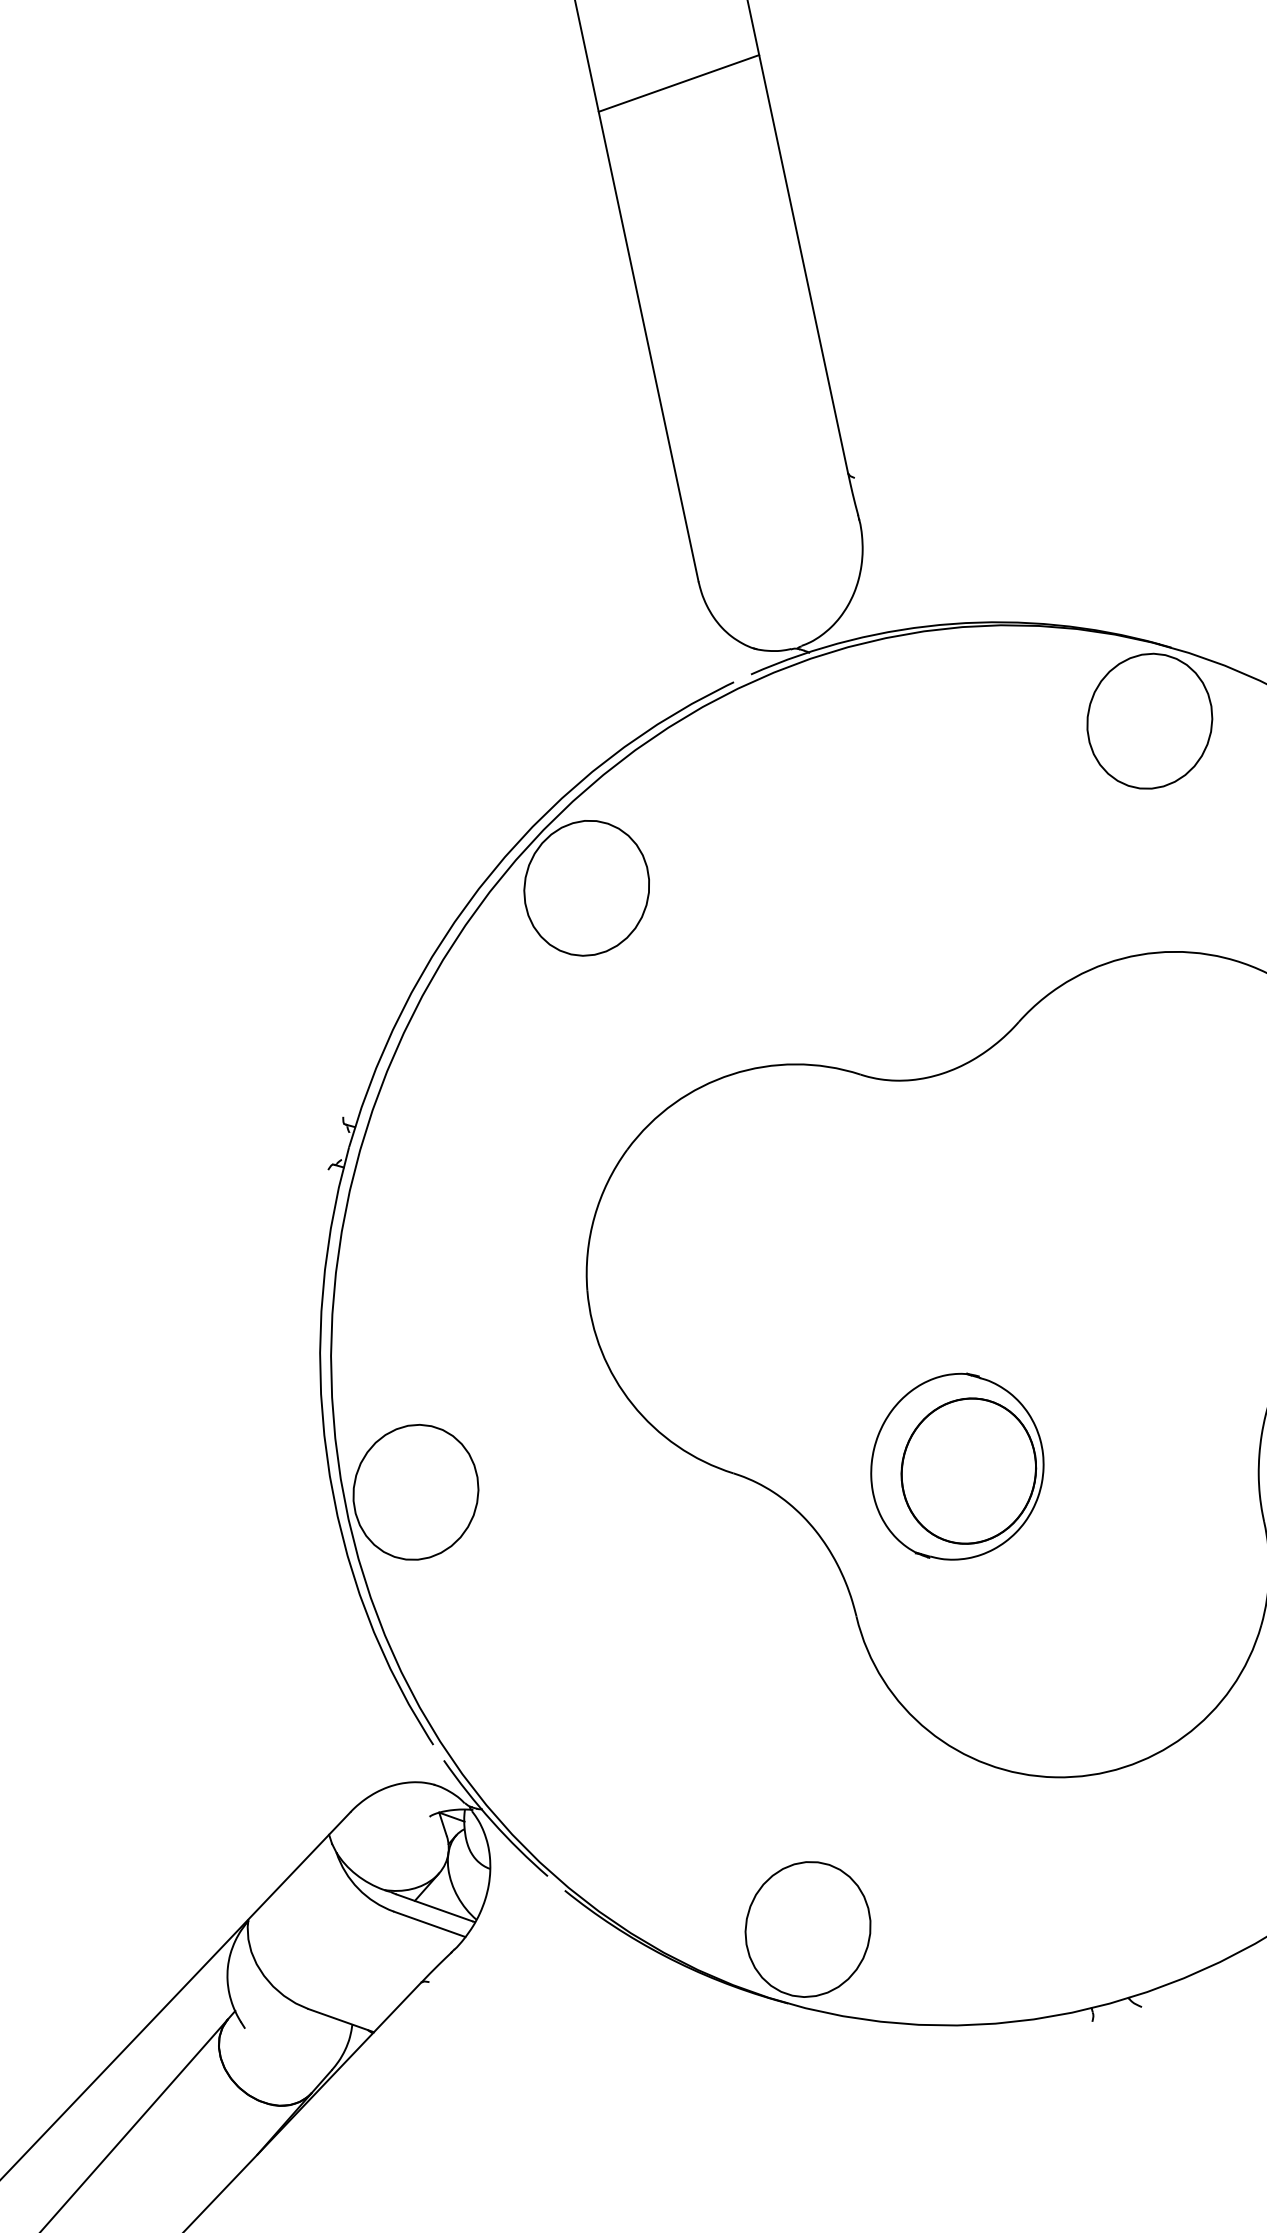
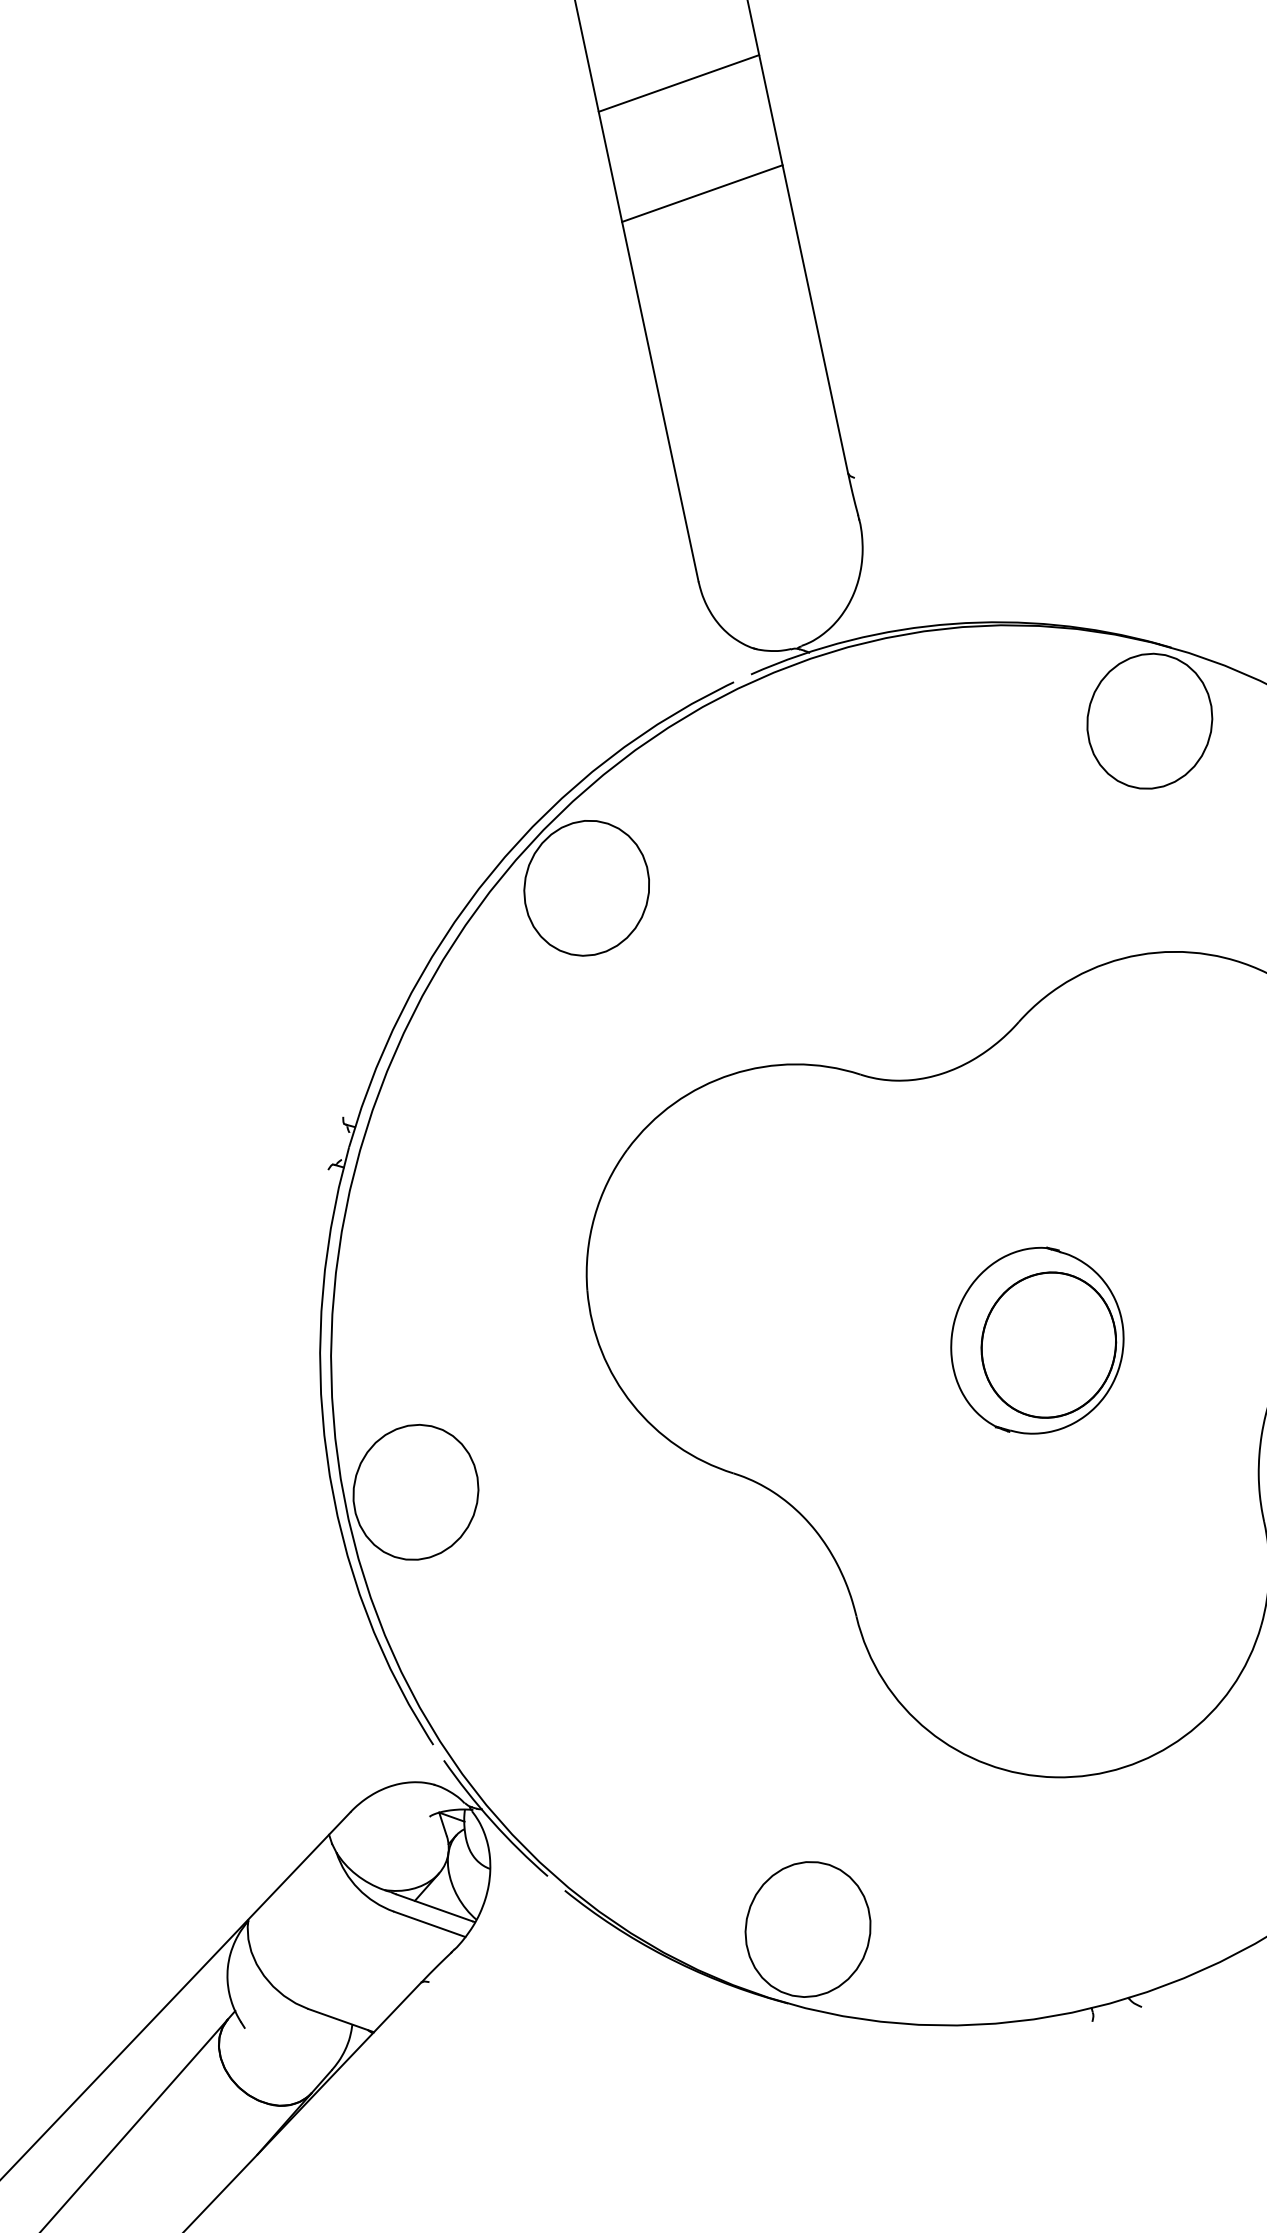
line at (702, 193): none -> present
part at (957, 1466) position: (957, 1466) -> (1037, 1340)
